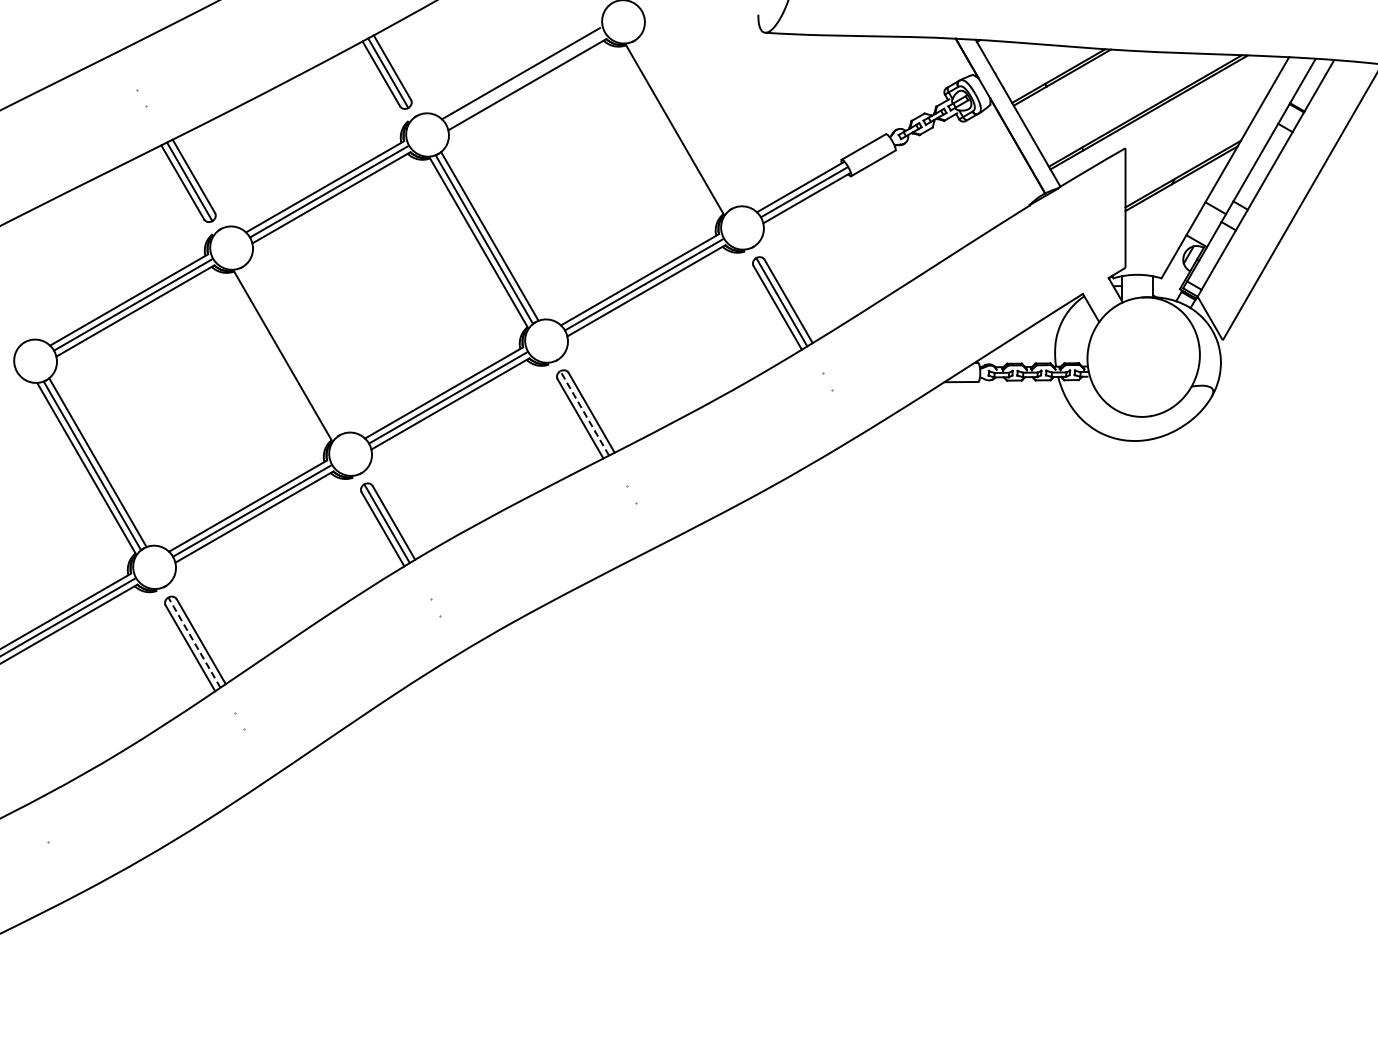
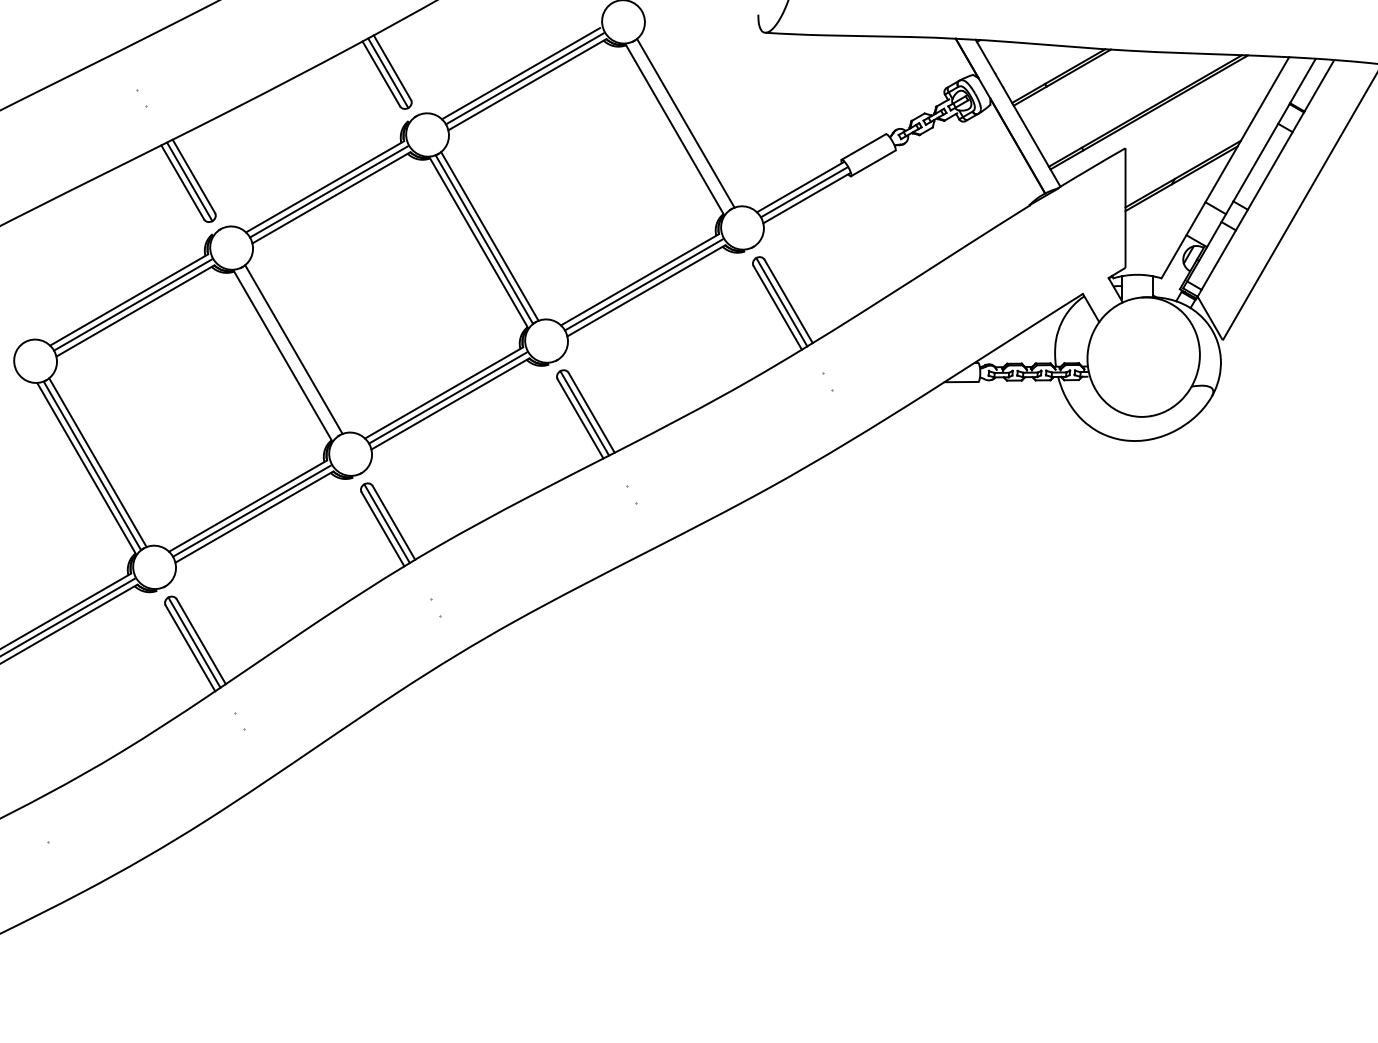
line at (524, 78): none -> present
line at (685, 122): none -> present
line at (293, 349): none -> present
line at (584, 413): dashed -> solid
line at (194, 642): dashed -> solid
